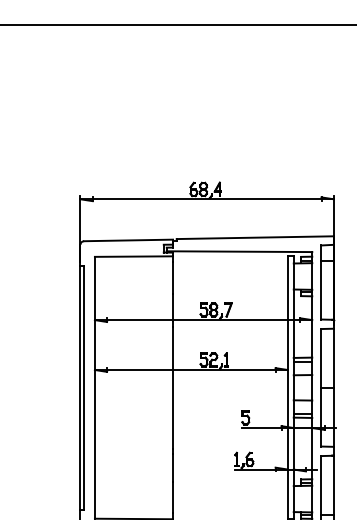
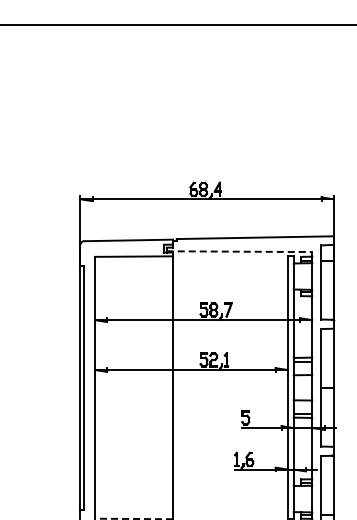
line at (239, 251): solid -> dashed
line at (133, 518): solid -> dashed
